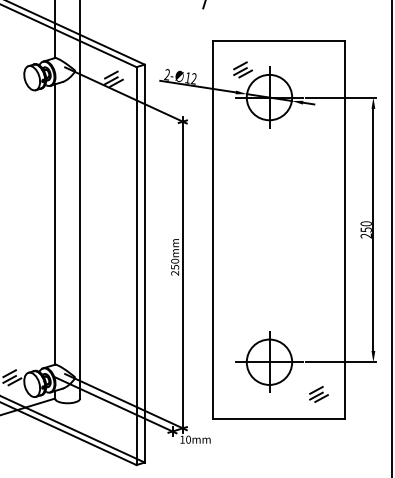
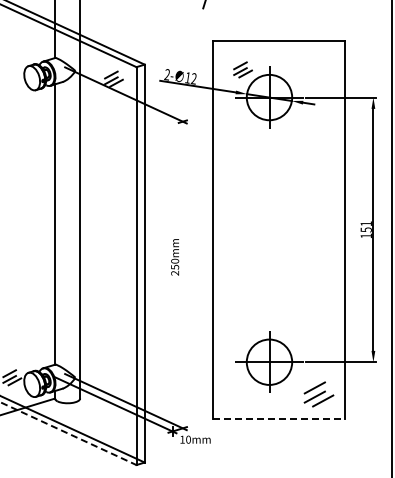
text at (365, 229): 250 -> 151
line at (182, 274): present -> none
part at (318, 394) size: 20x17 px -> 32x27 px
line at (279, 418): solid -> dashed
line at (68, 433): solid -> dashed
